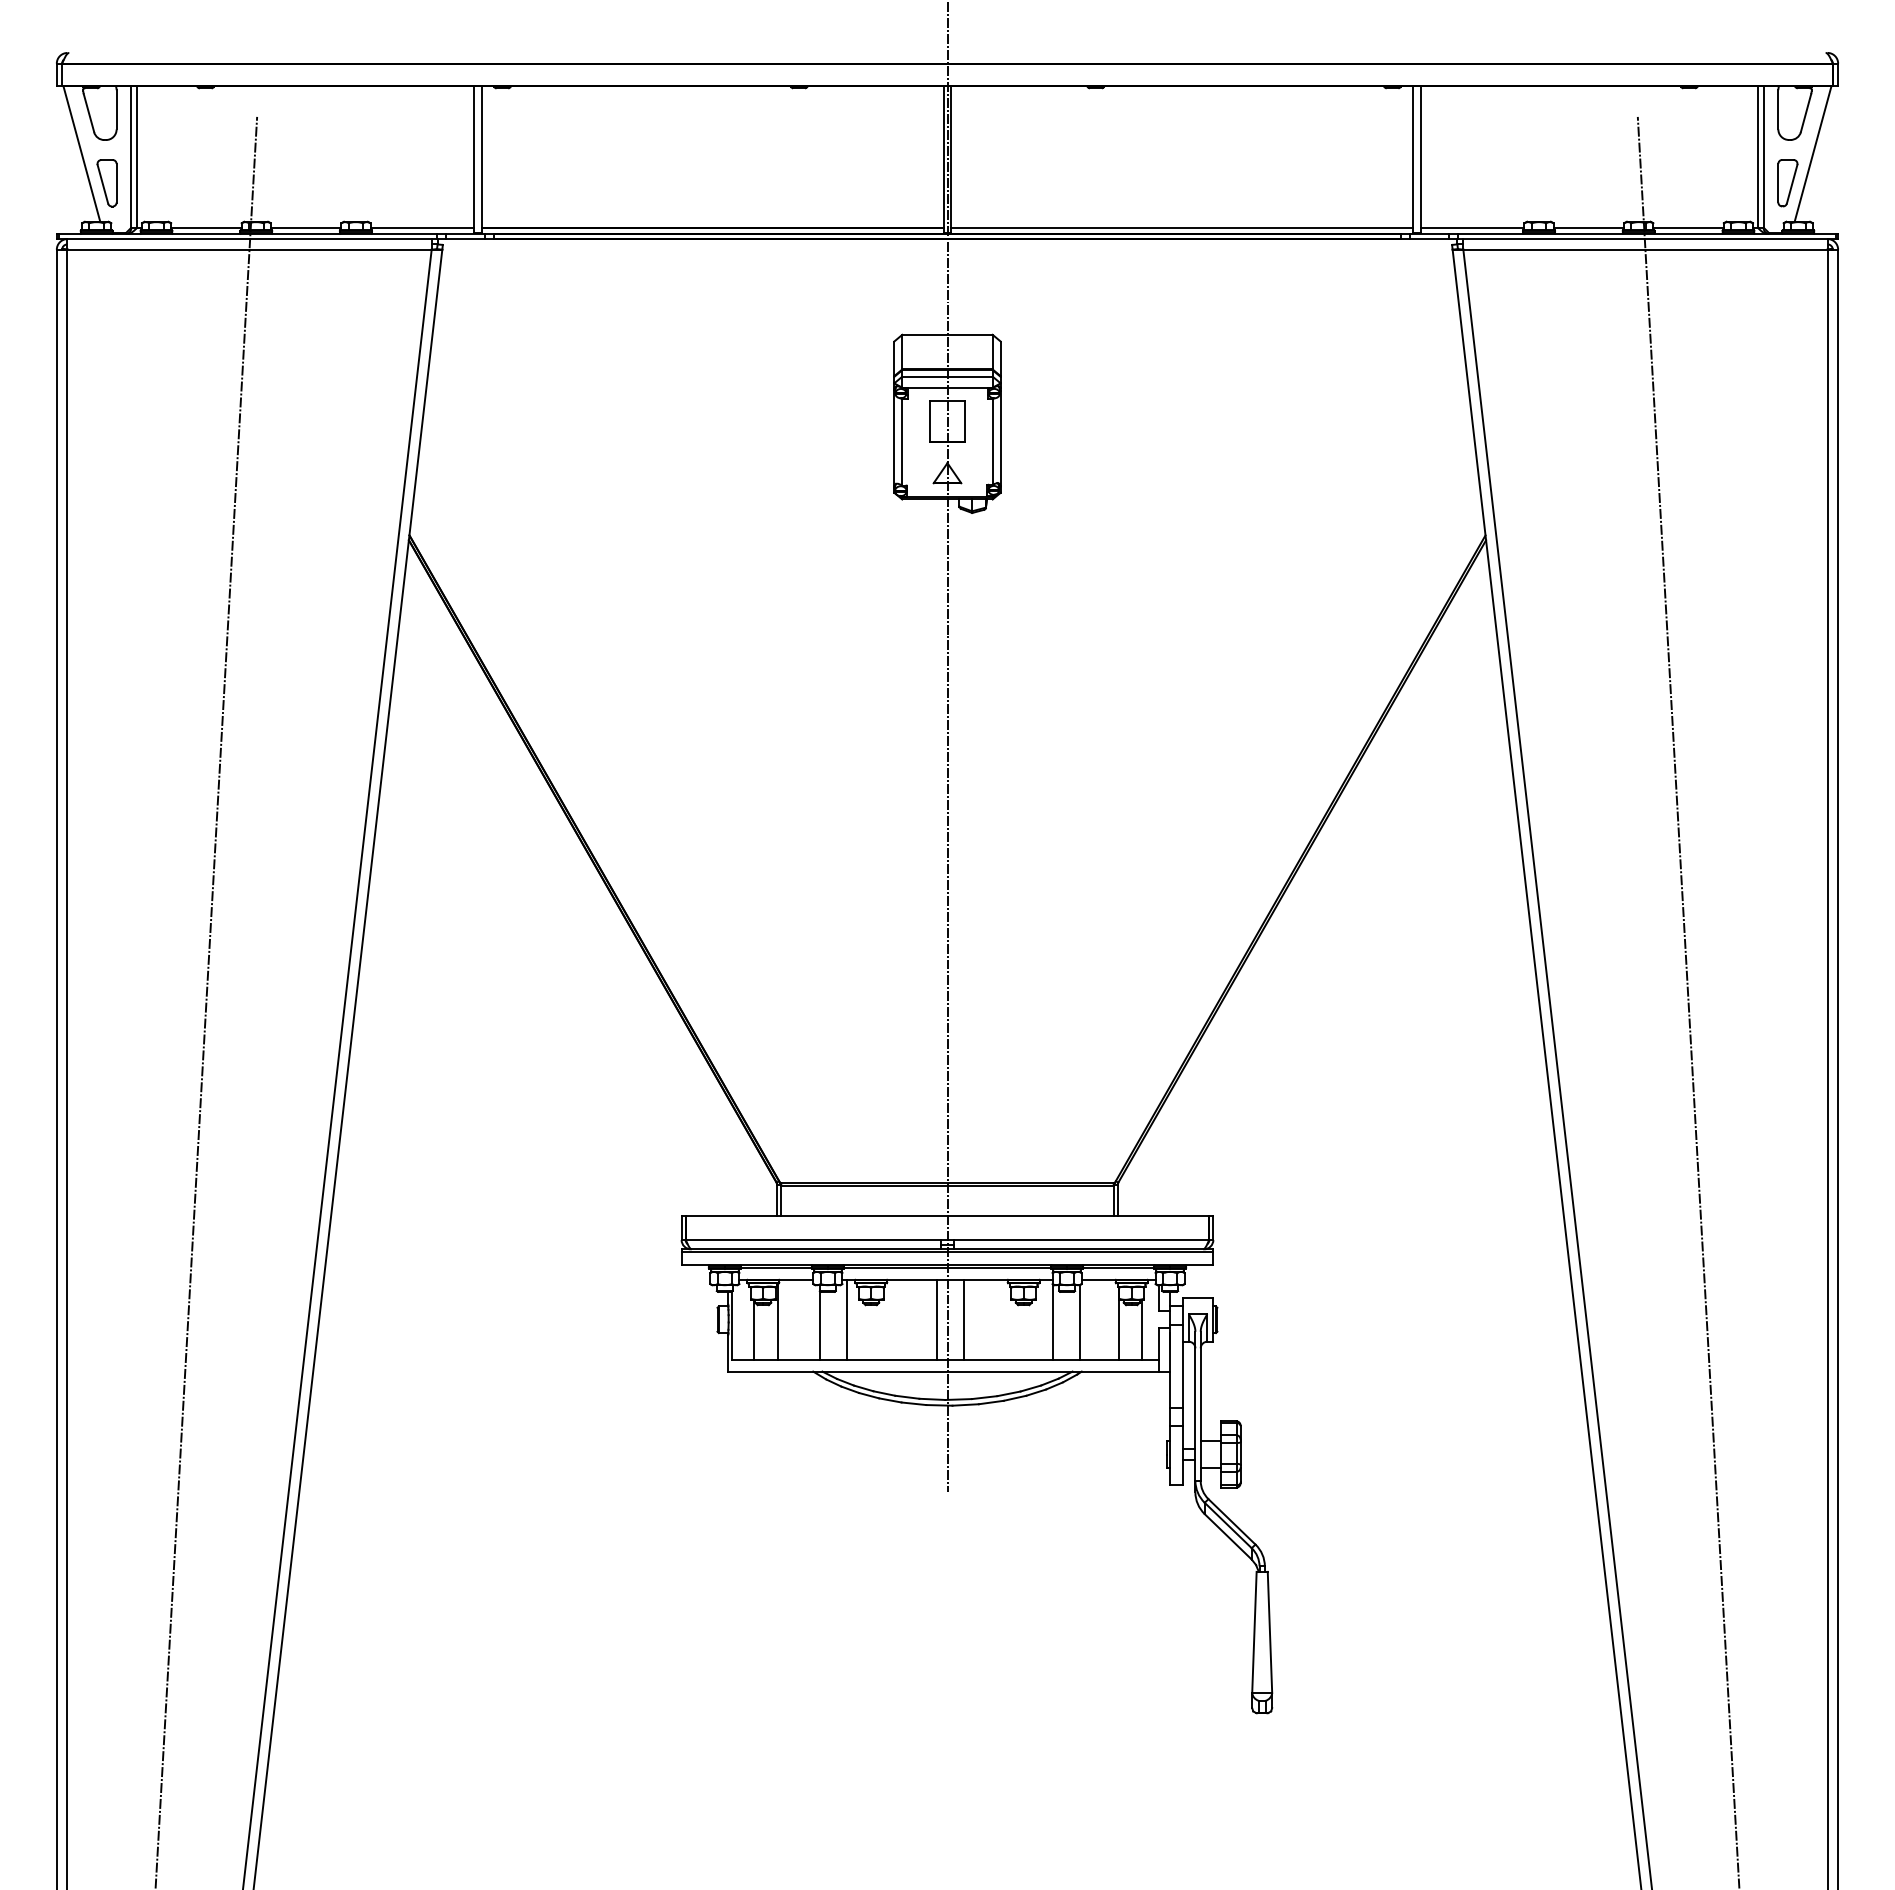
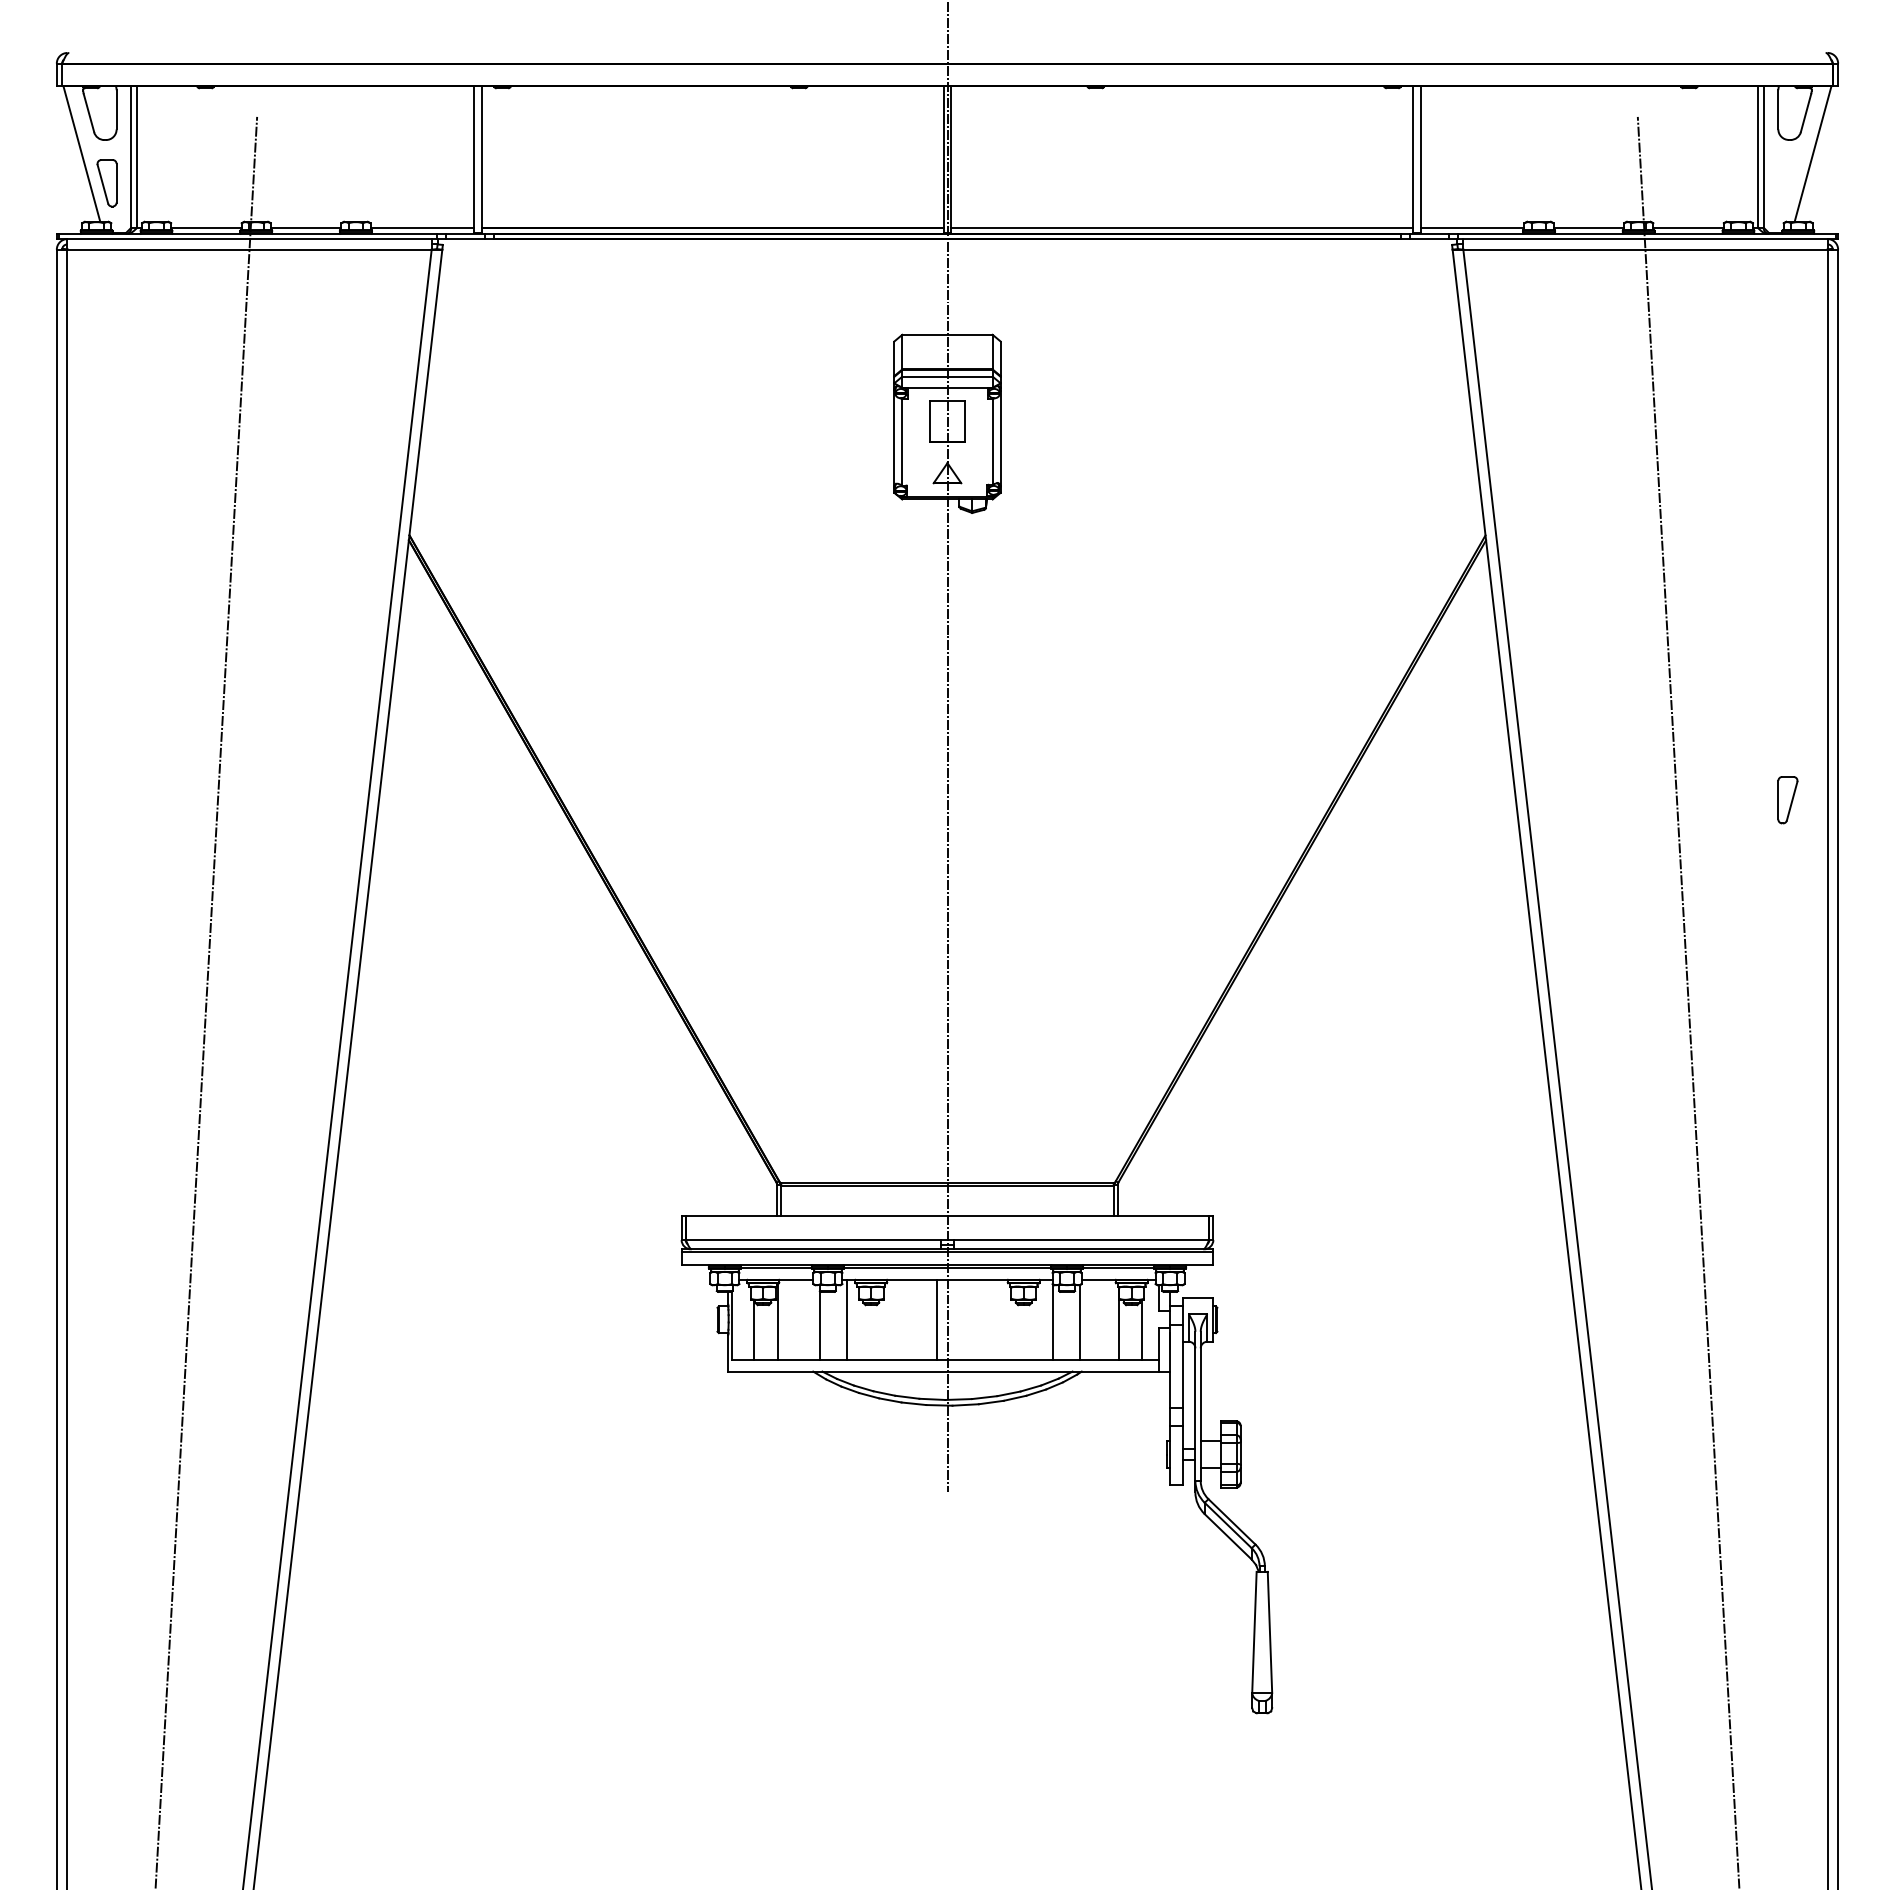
part at (1787, 183) position: (1787, 183) -> (1787, 800)
line at (964, 1319): present -> none
